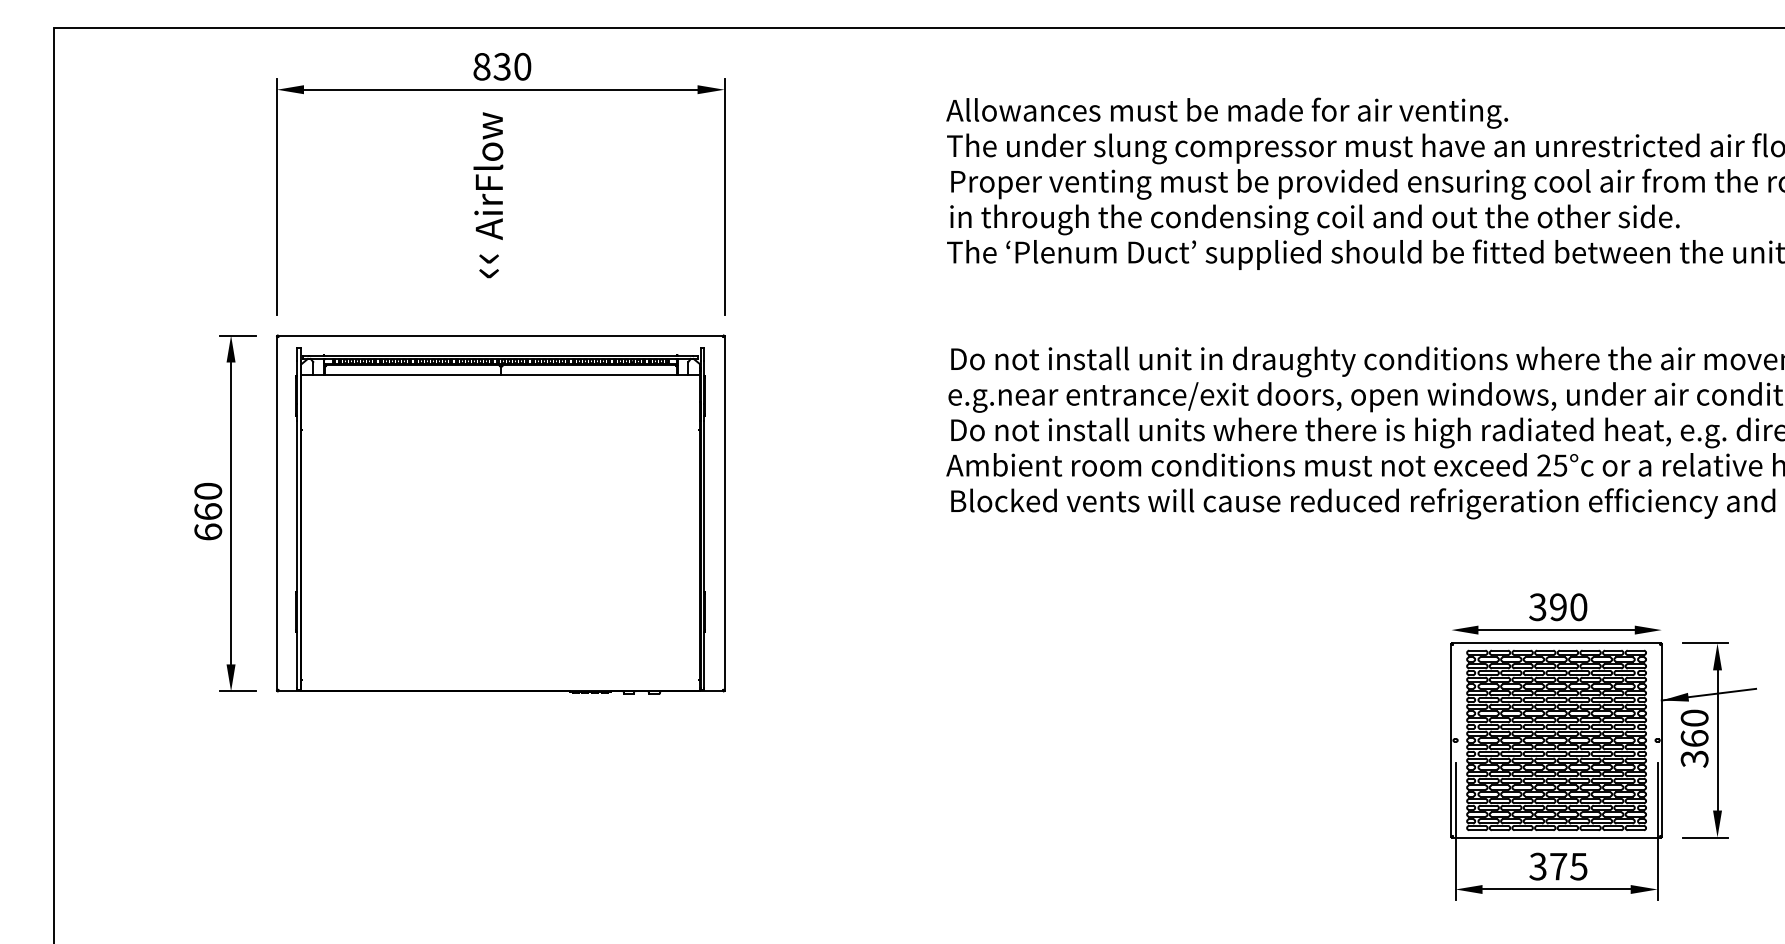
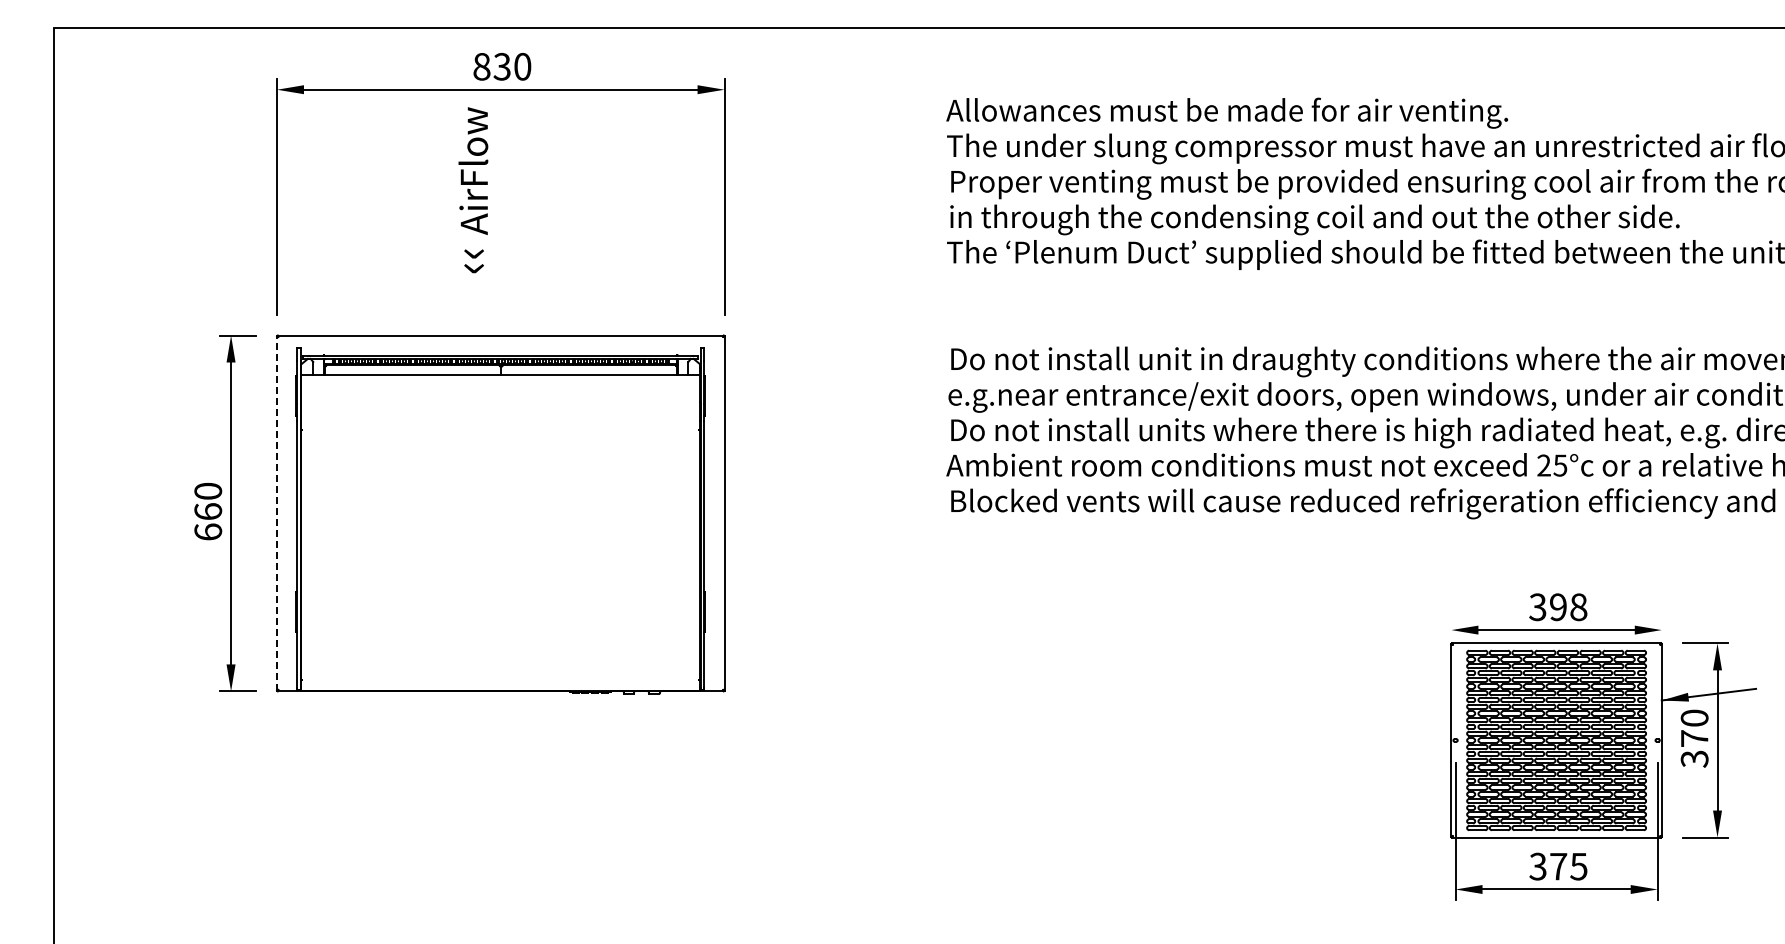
text at (488, 195) position: (488, 195) -> (473, 190)
line at (277, 512): solid -> dashed
text at (1578, 607): 390 -> 398
text at (1694, 738): 360 -> 370
